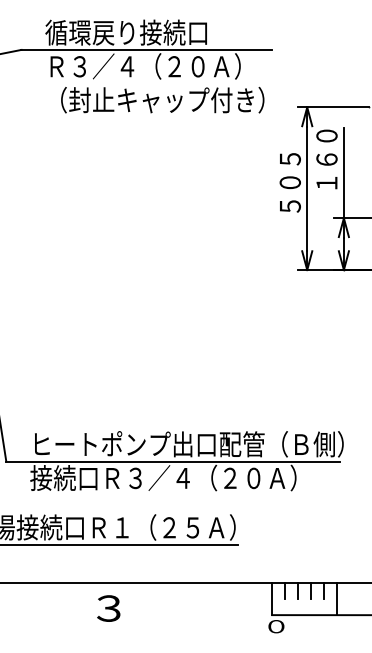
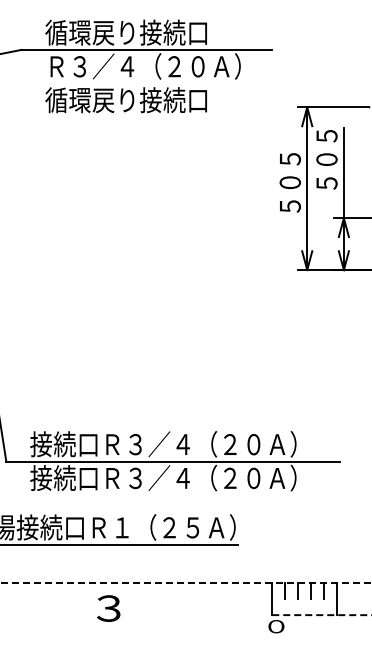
text at (154, 99): （封止キャップ付き） -> 循環戻り接続口
text at (326, 159): １６０ -> ５０５
text at (186, 444): ヒートポンプ出口配管（Ｂ側） -> 接続口Ｒ３／４（２０Ａ）
line at (186, 582): solid -> dashed
line at (322, 615): solid -> dashed
